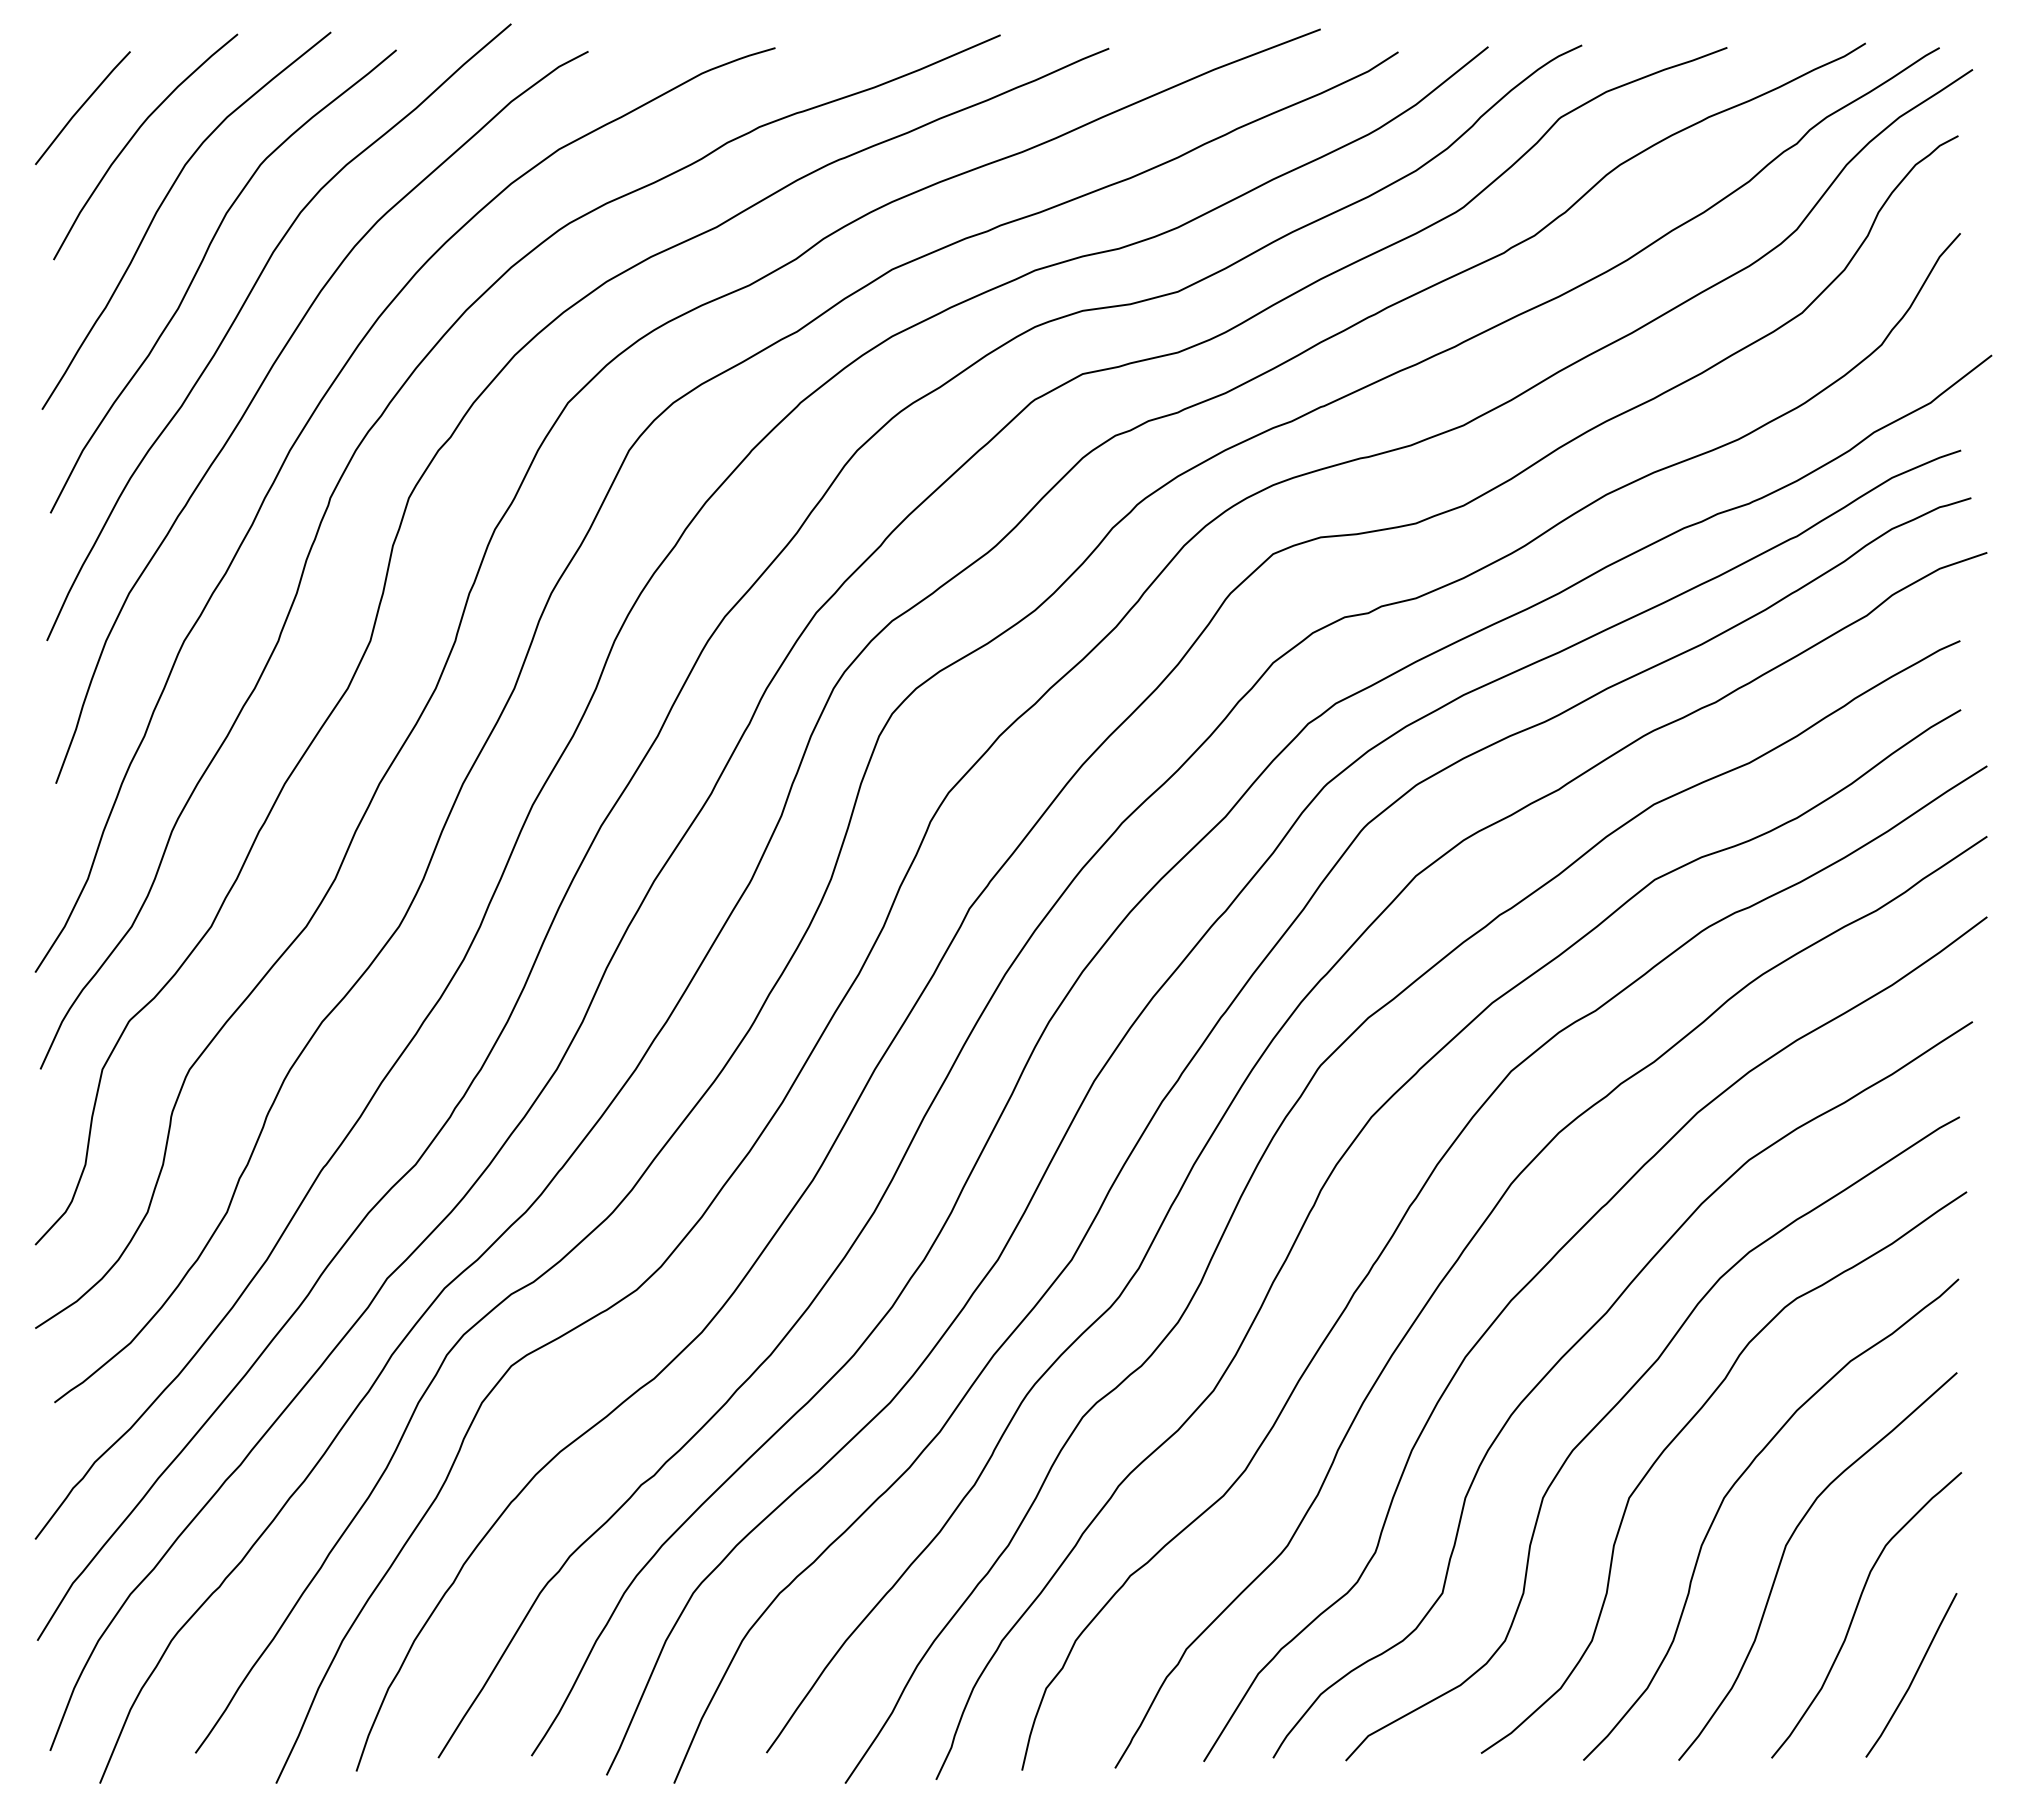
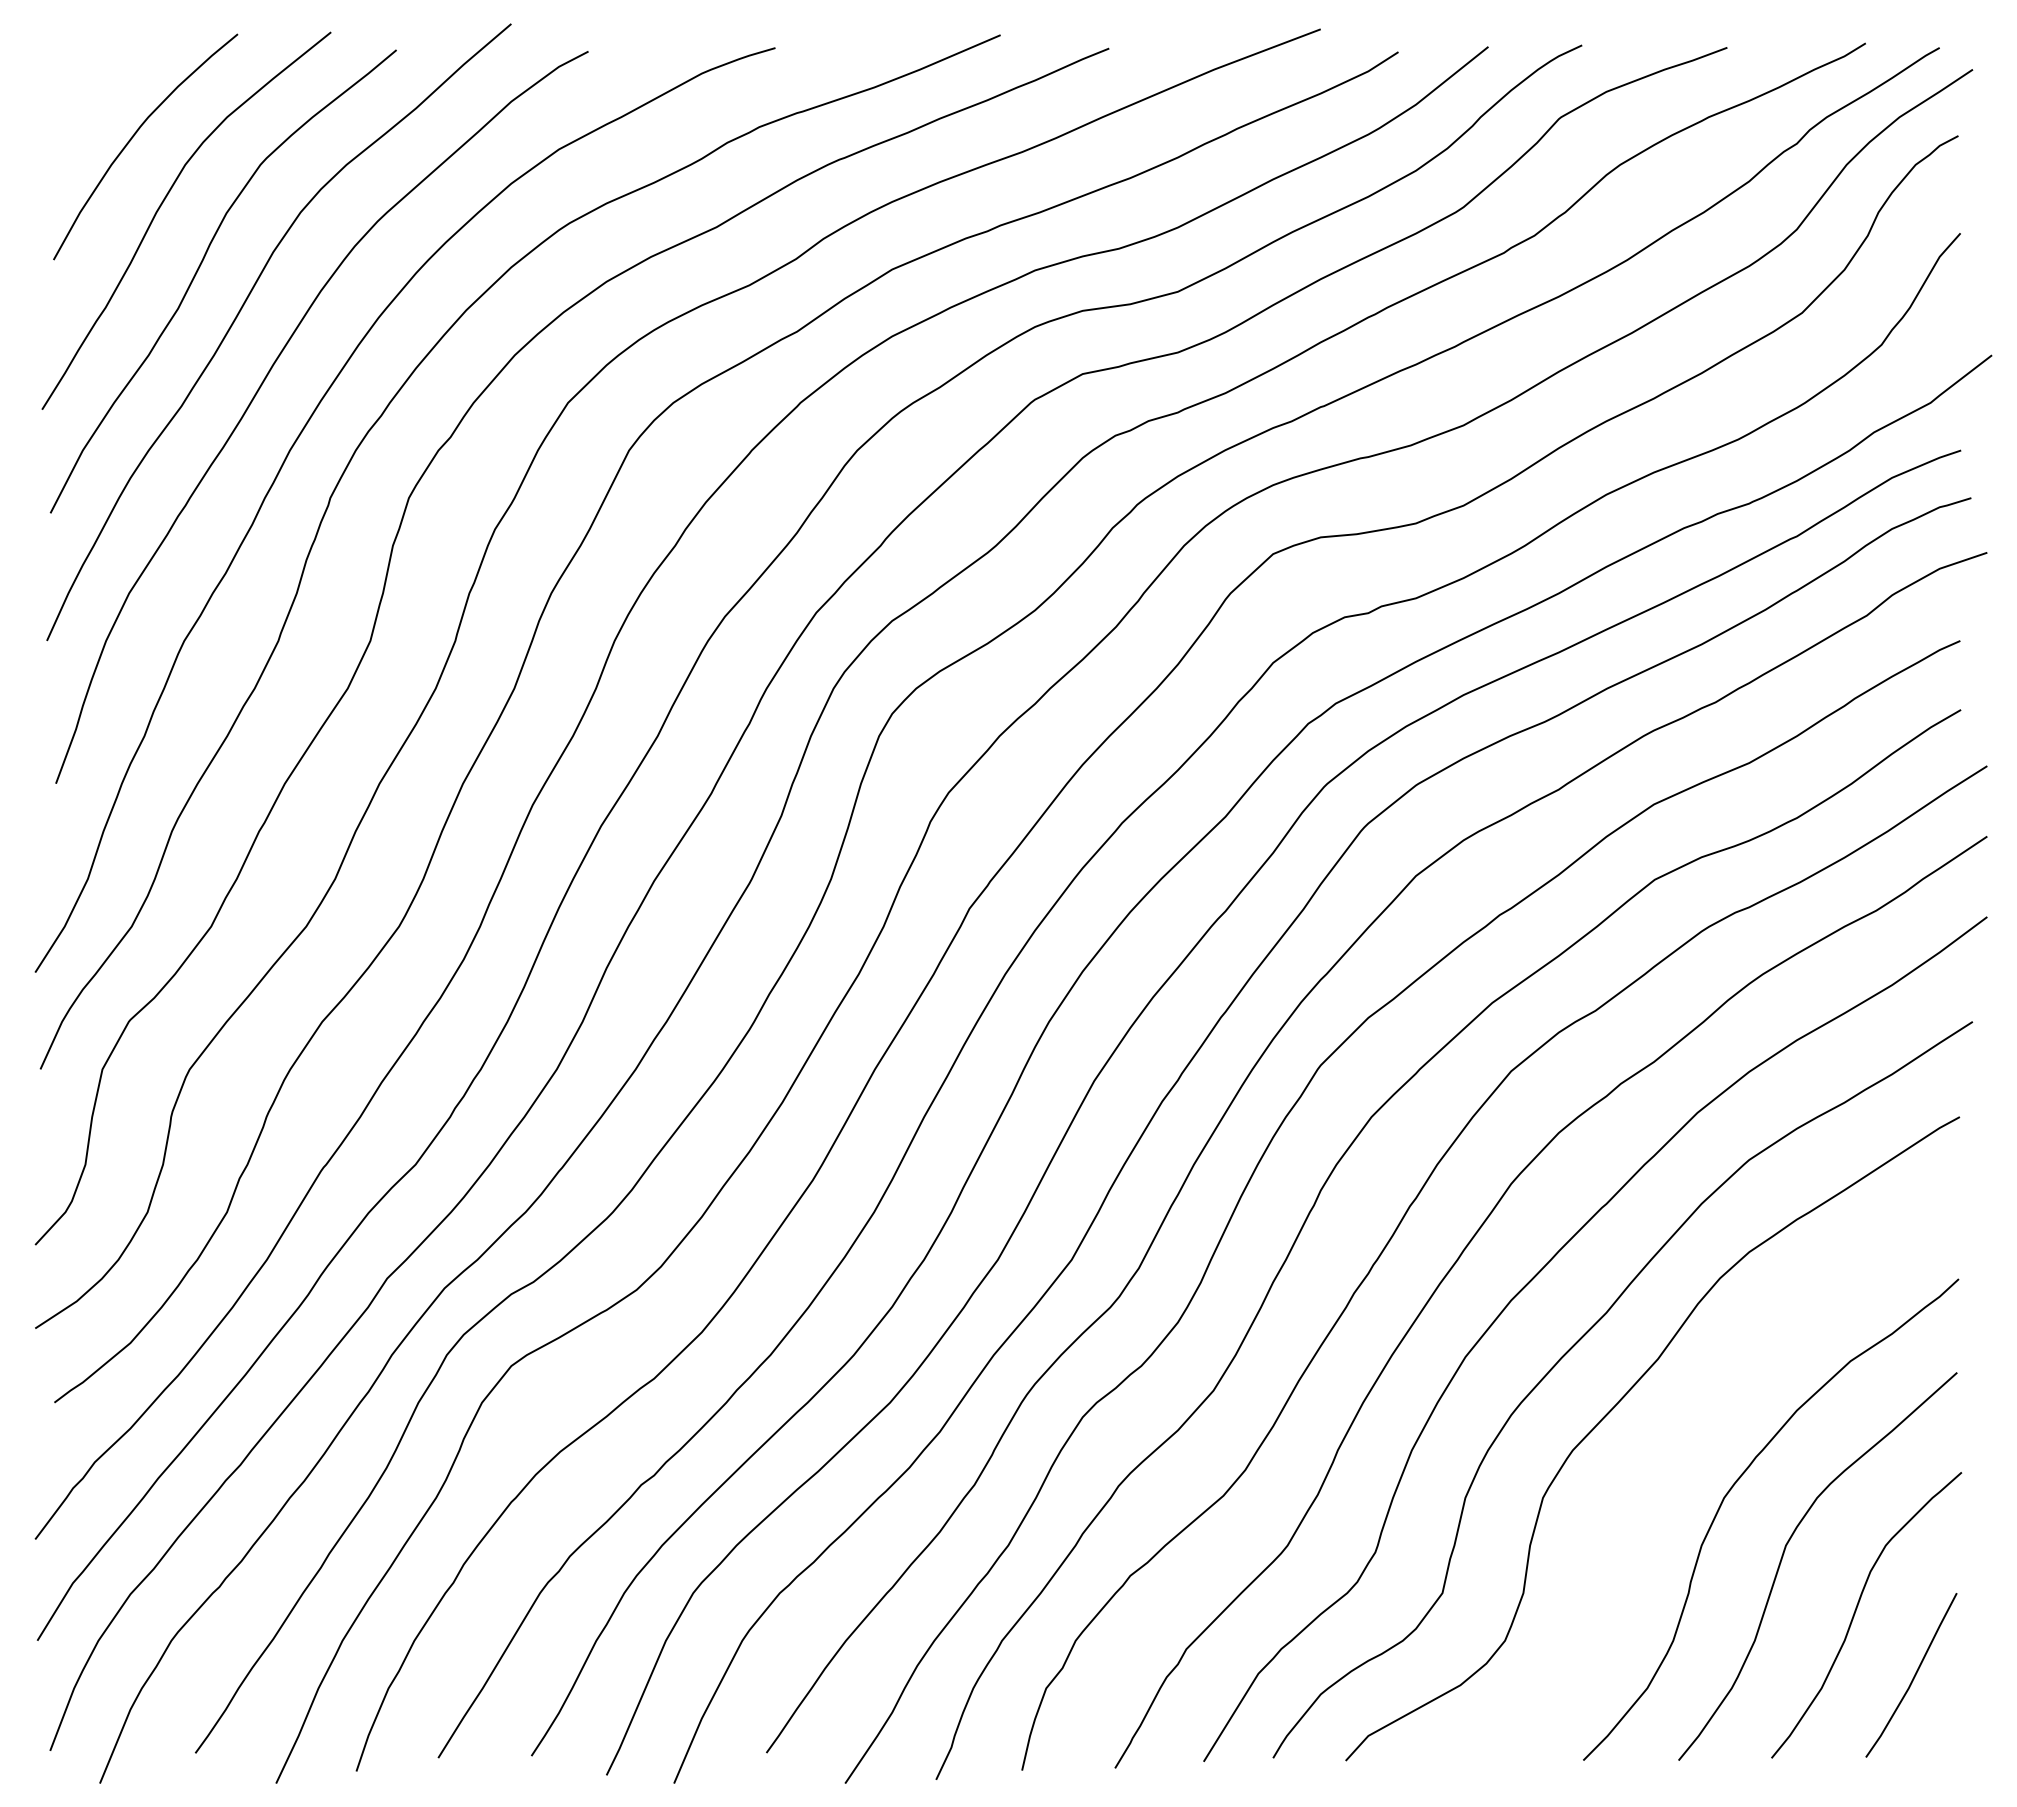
line at (82, 107): present -> none
curve at (1681, 1432): present -> none
